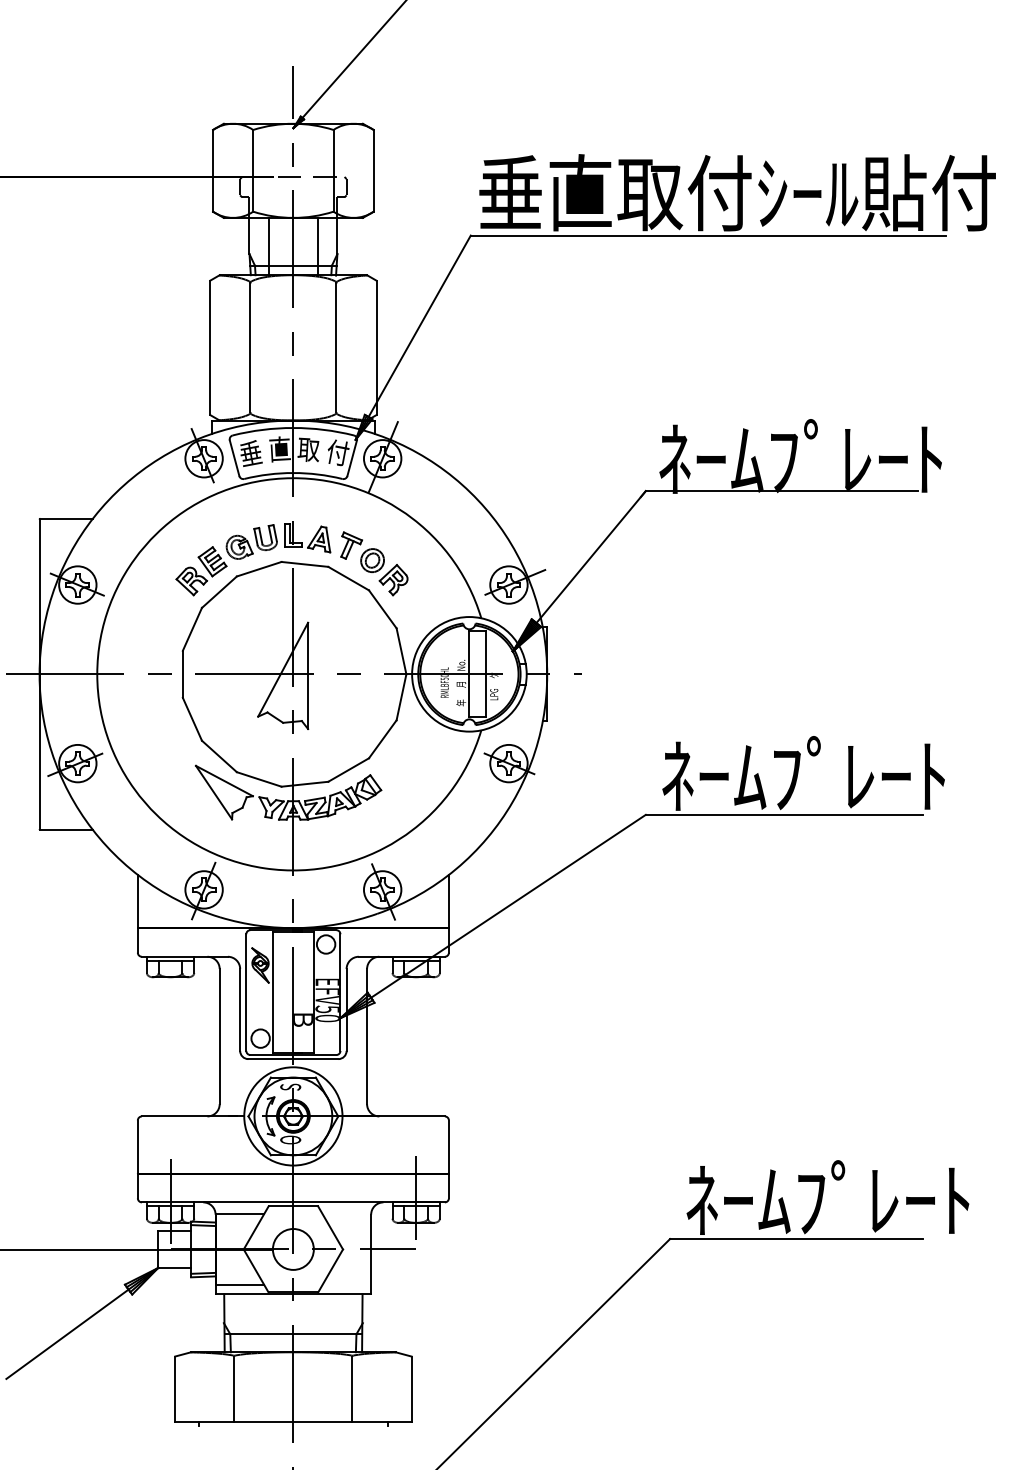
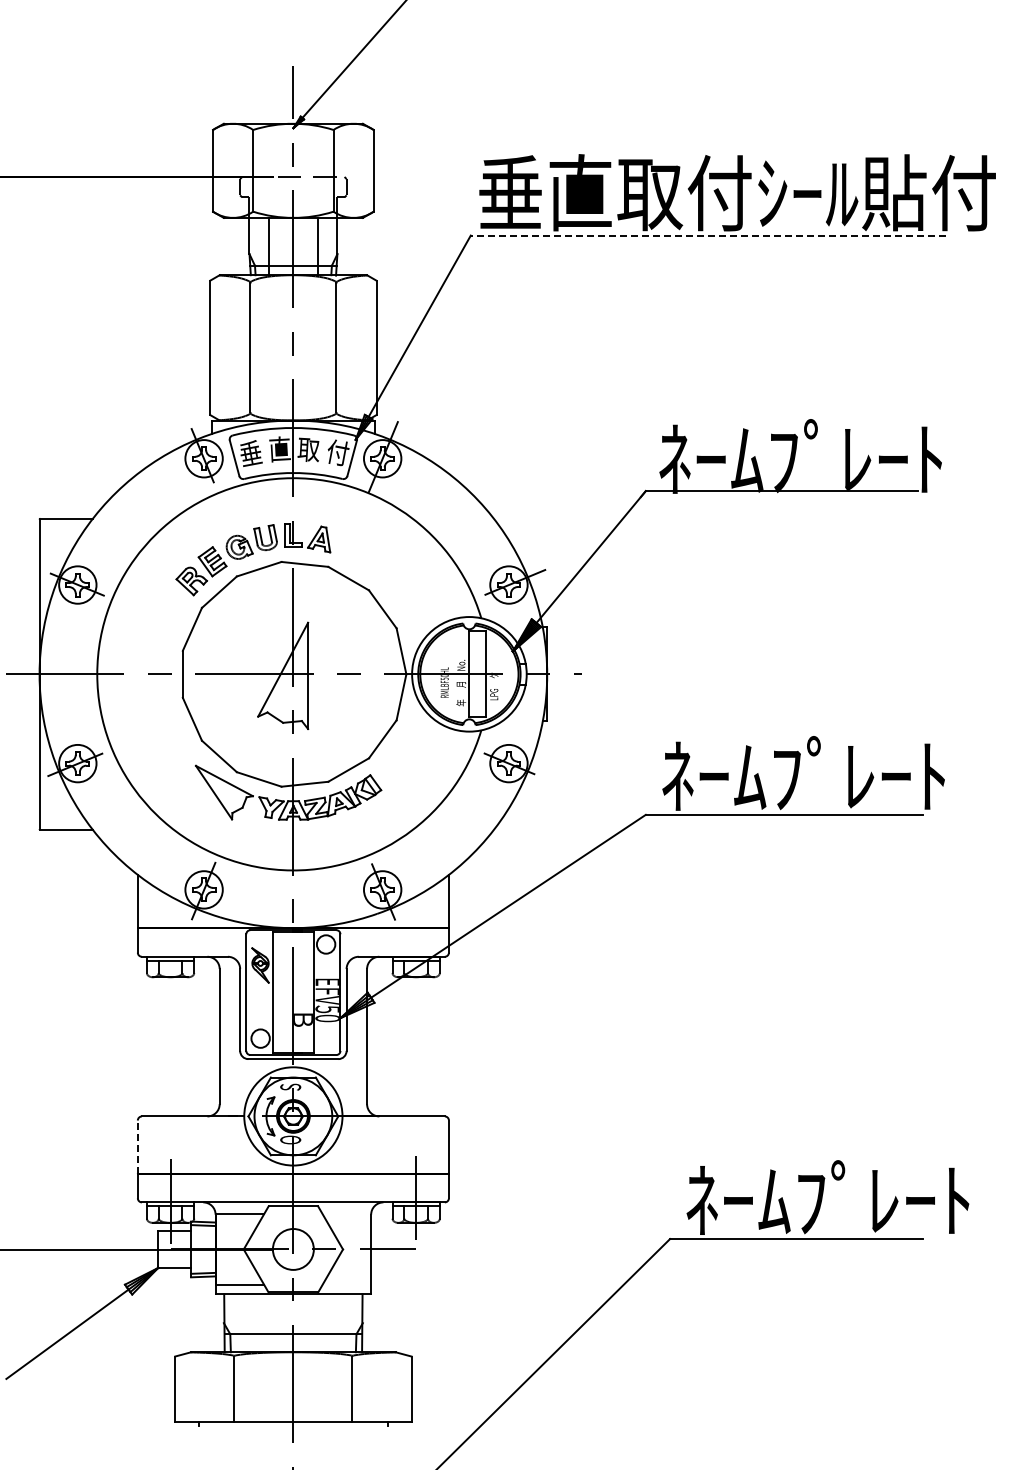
line at (708, 235): solid -> dashed
part at (374, 563): present -> none
line at (137, 1147): solid -> dashed
